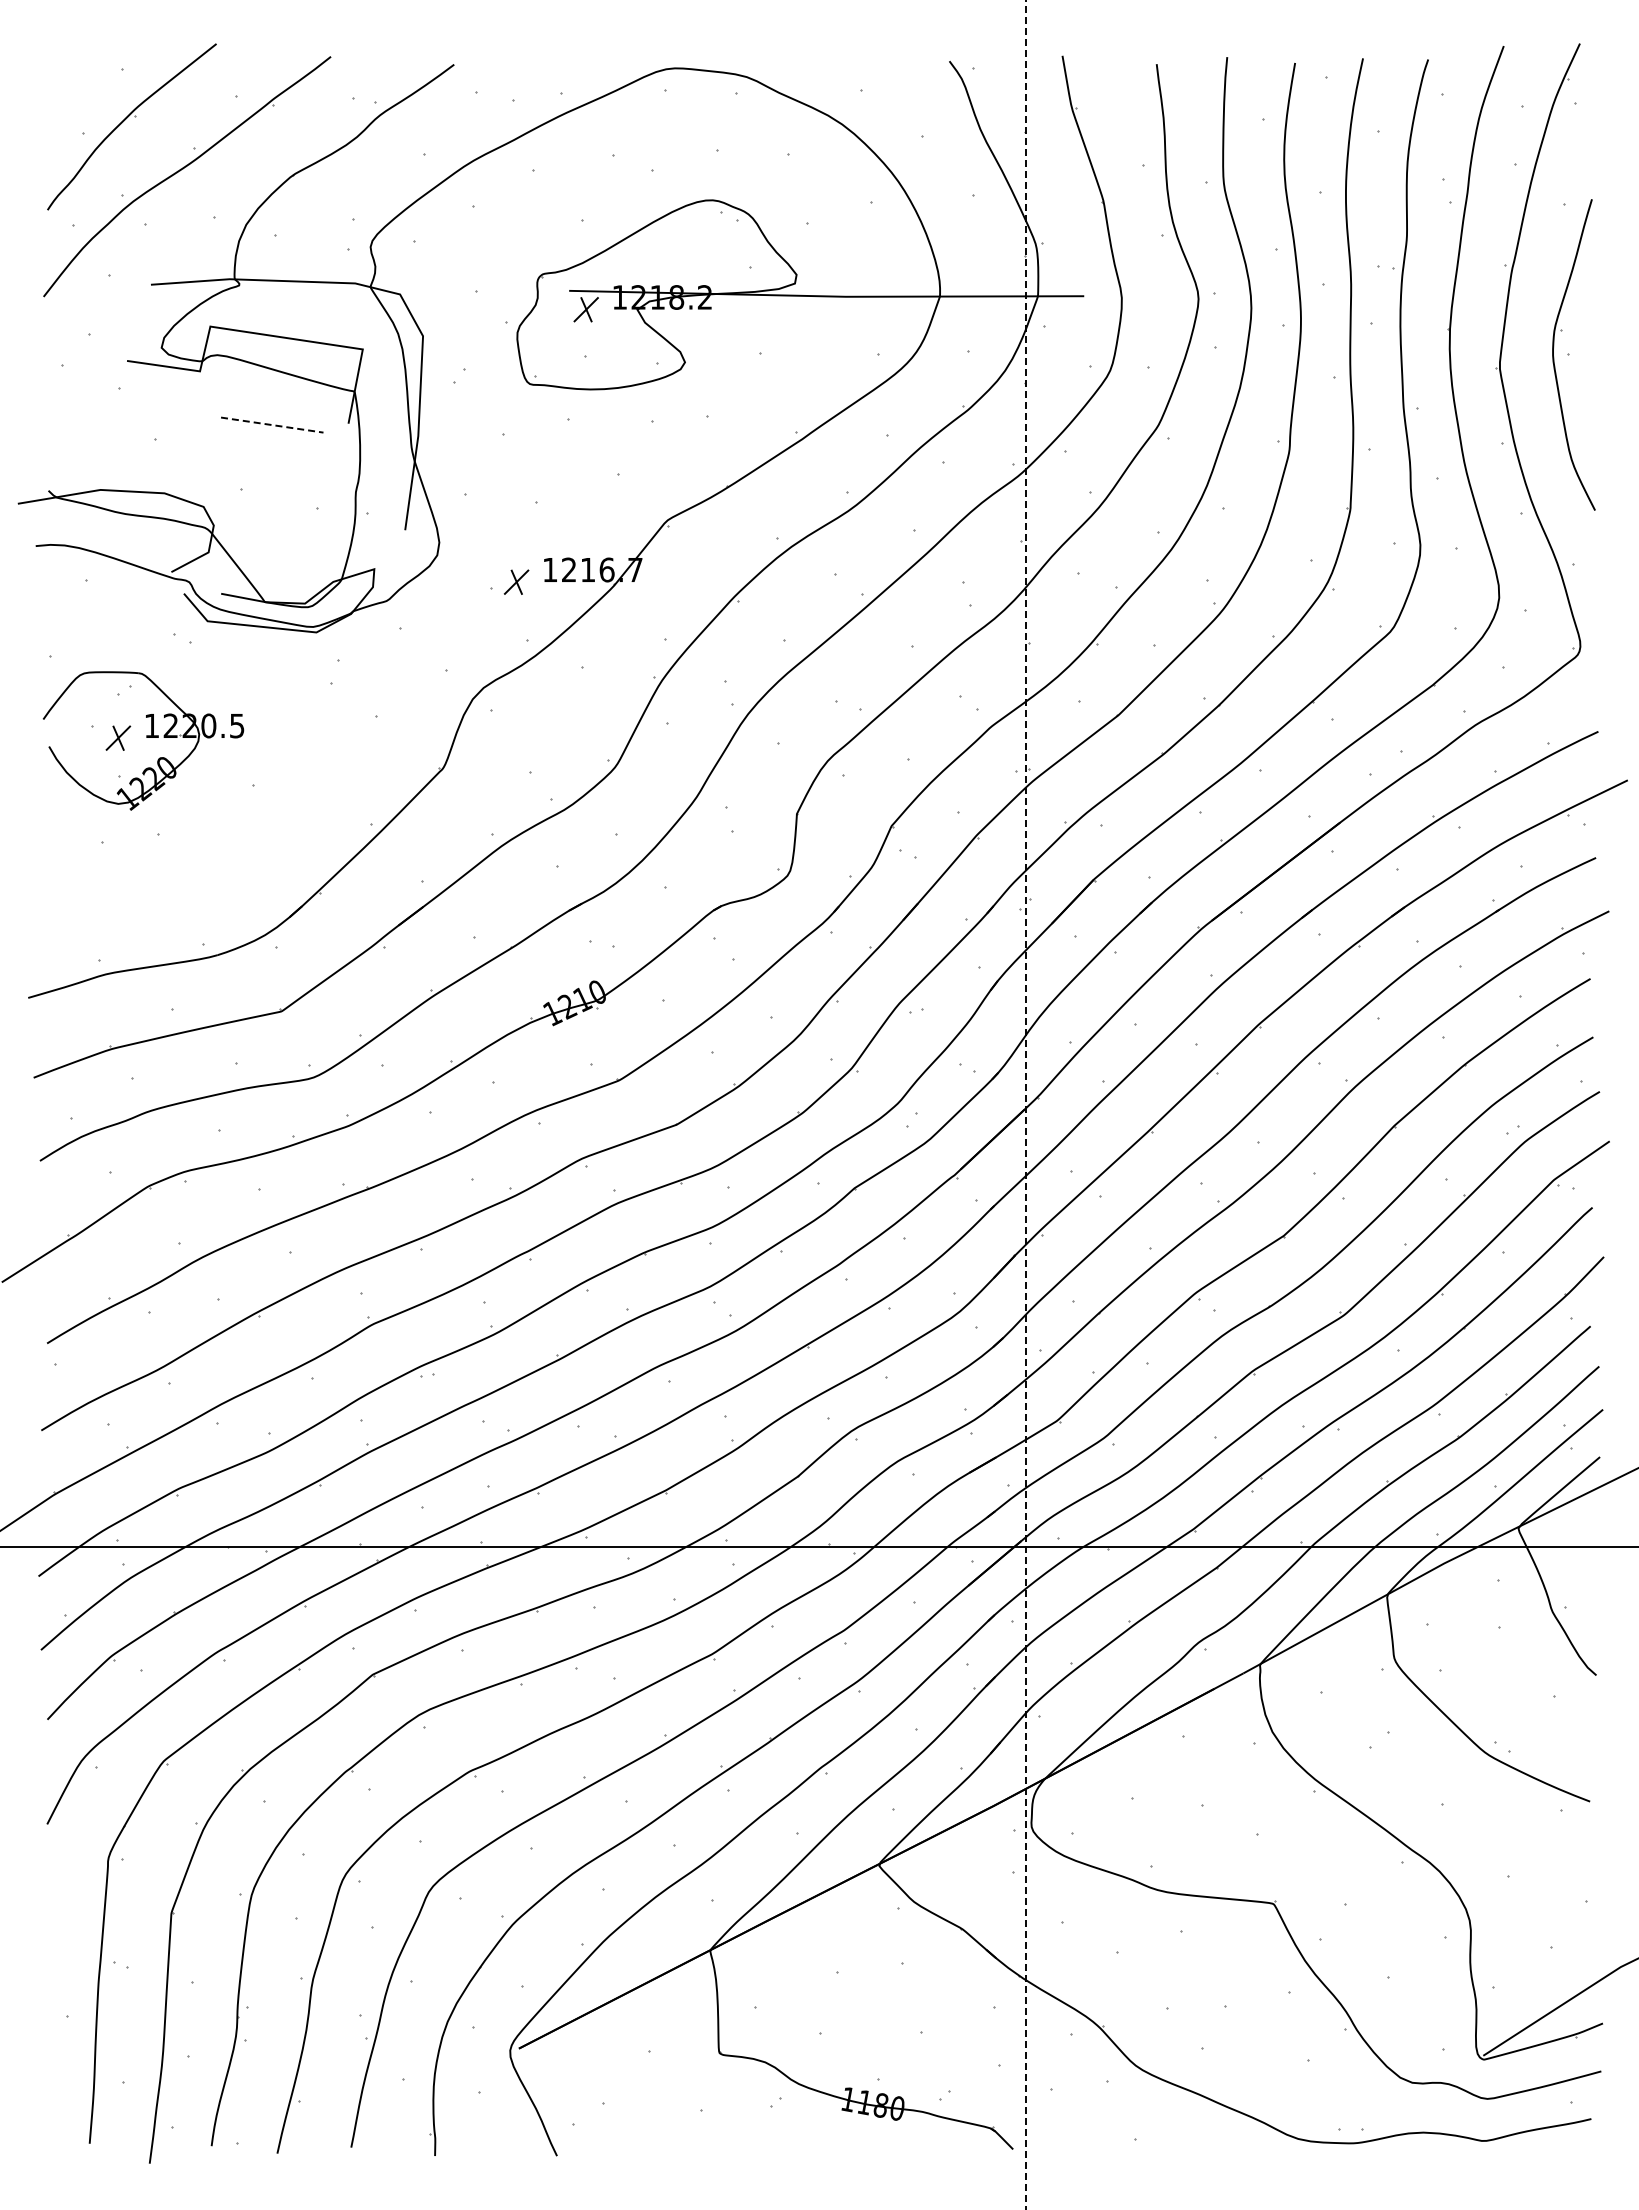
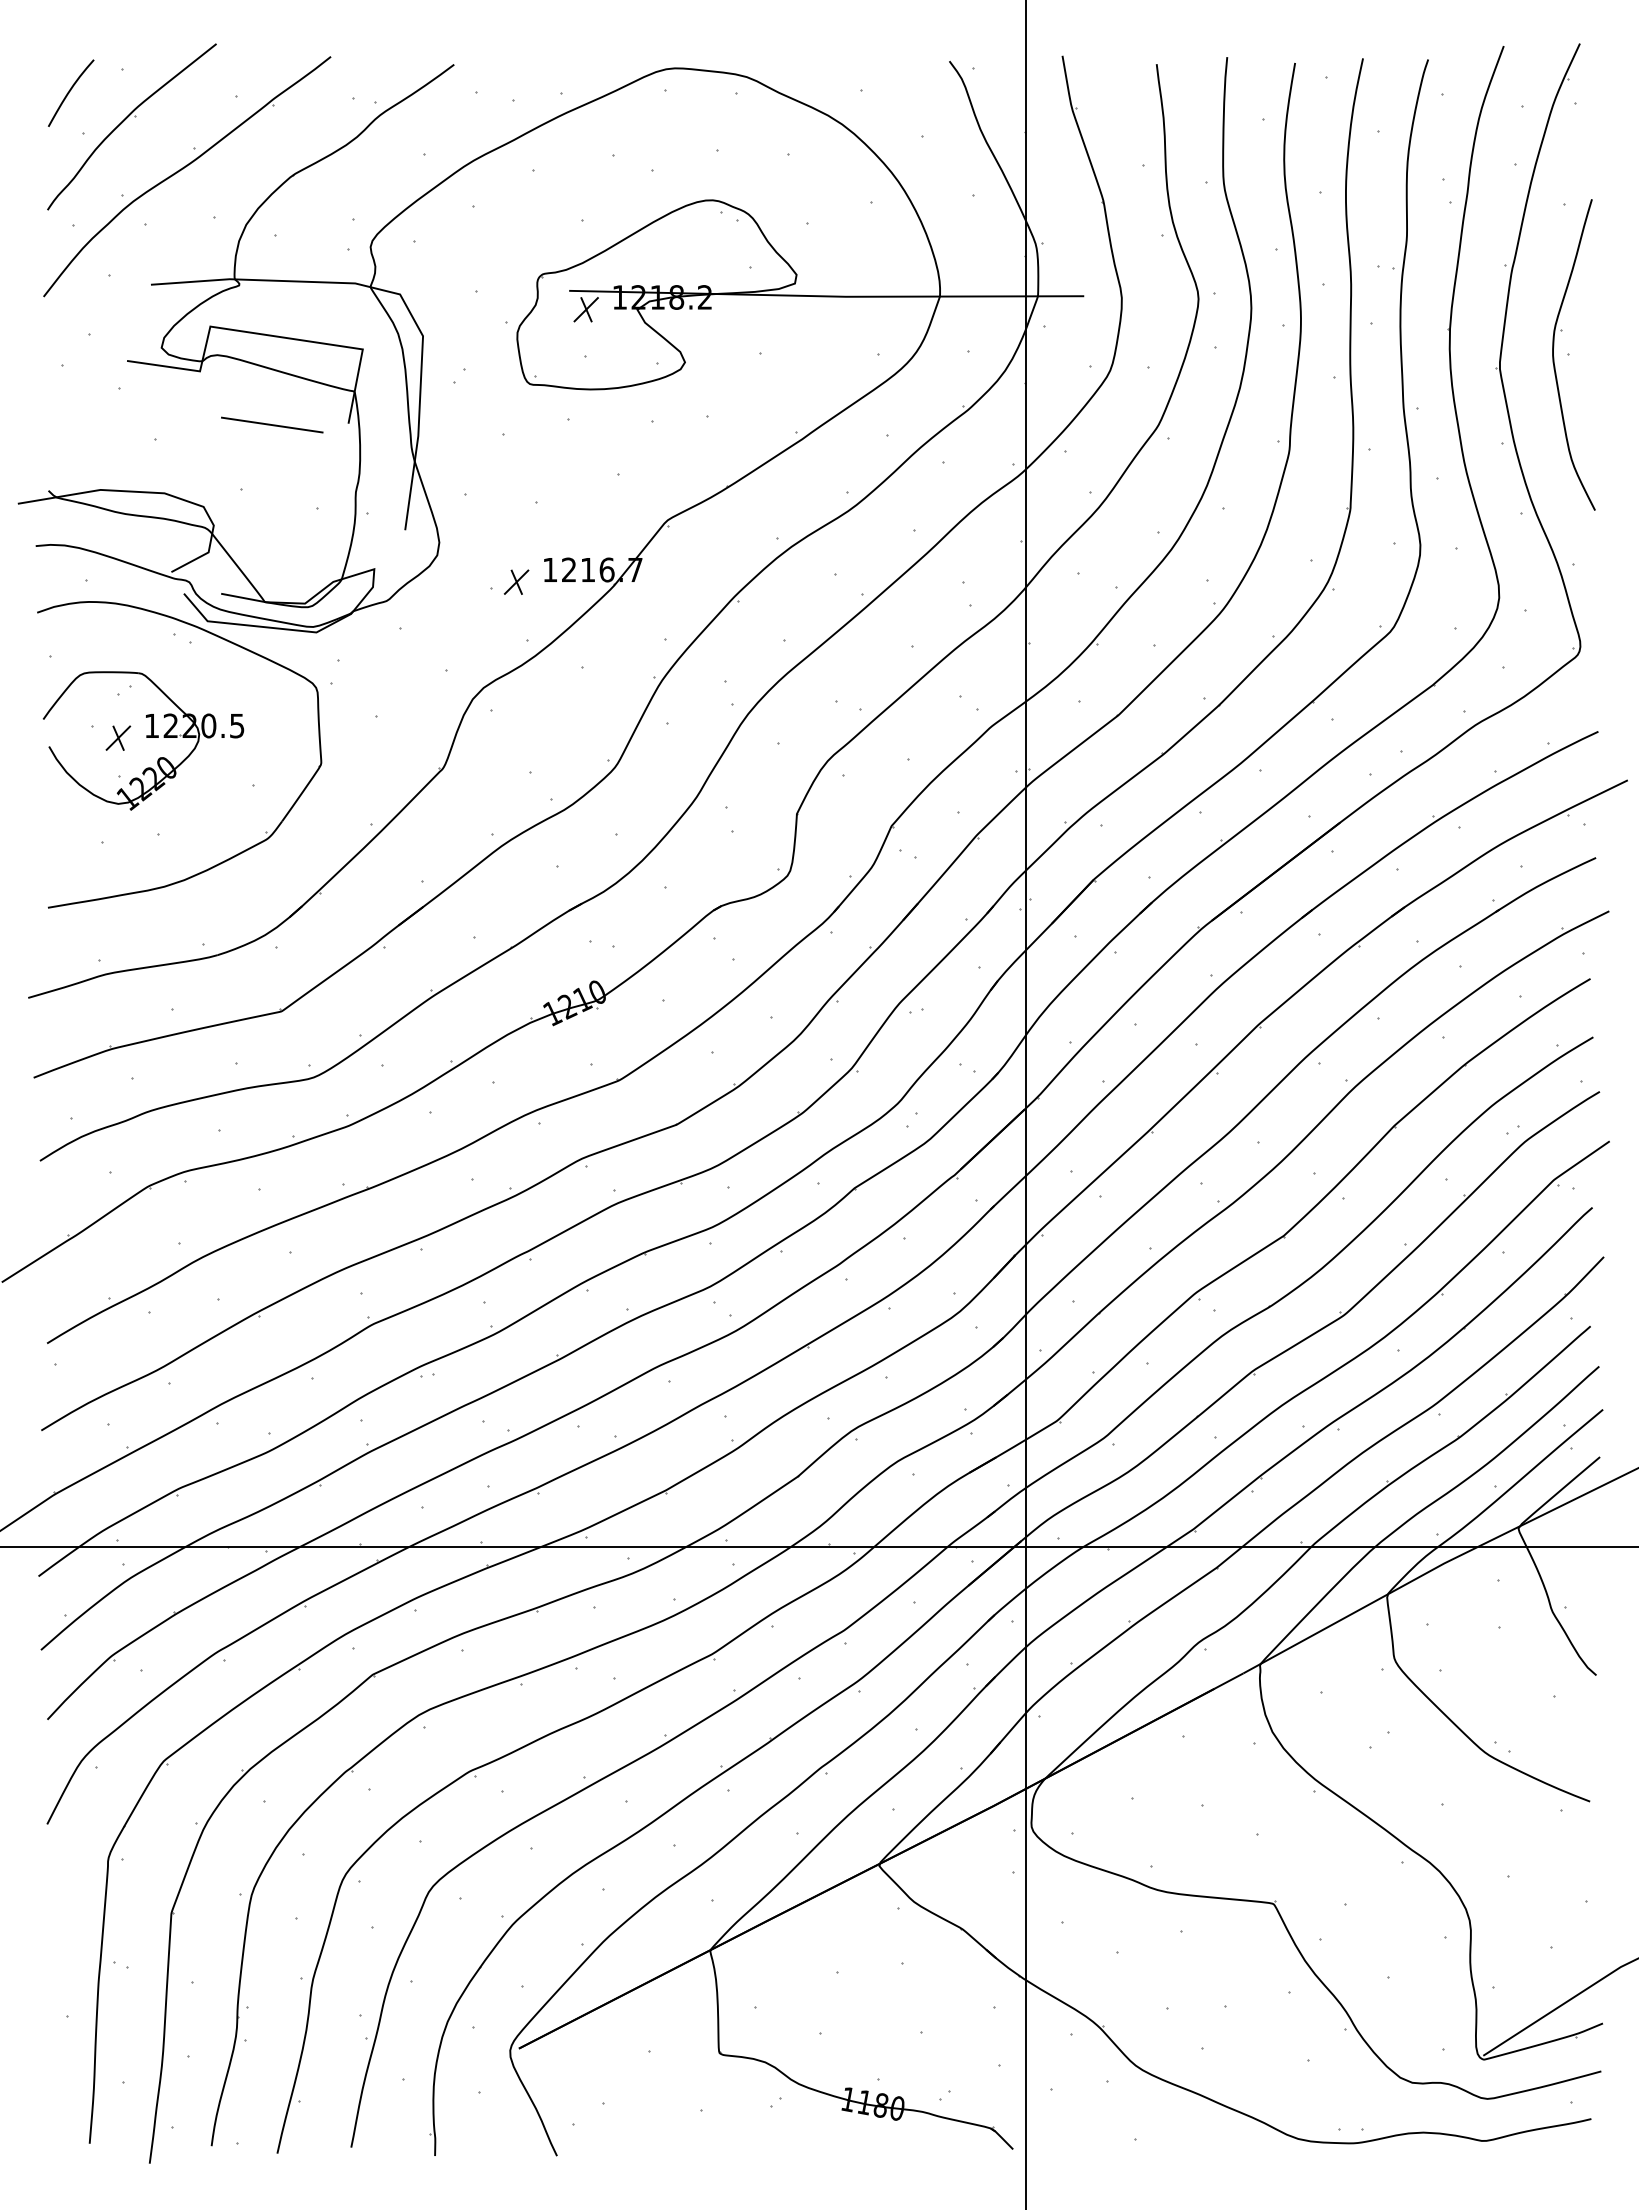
curve at (70, 91): none -> present
line at (272, 425): dashed -> solid
part at (235, 854): none -> present
line at (1026, 1104): dashed -> solid
